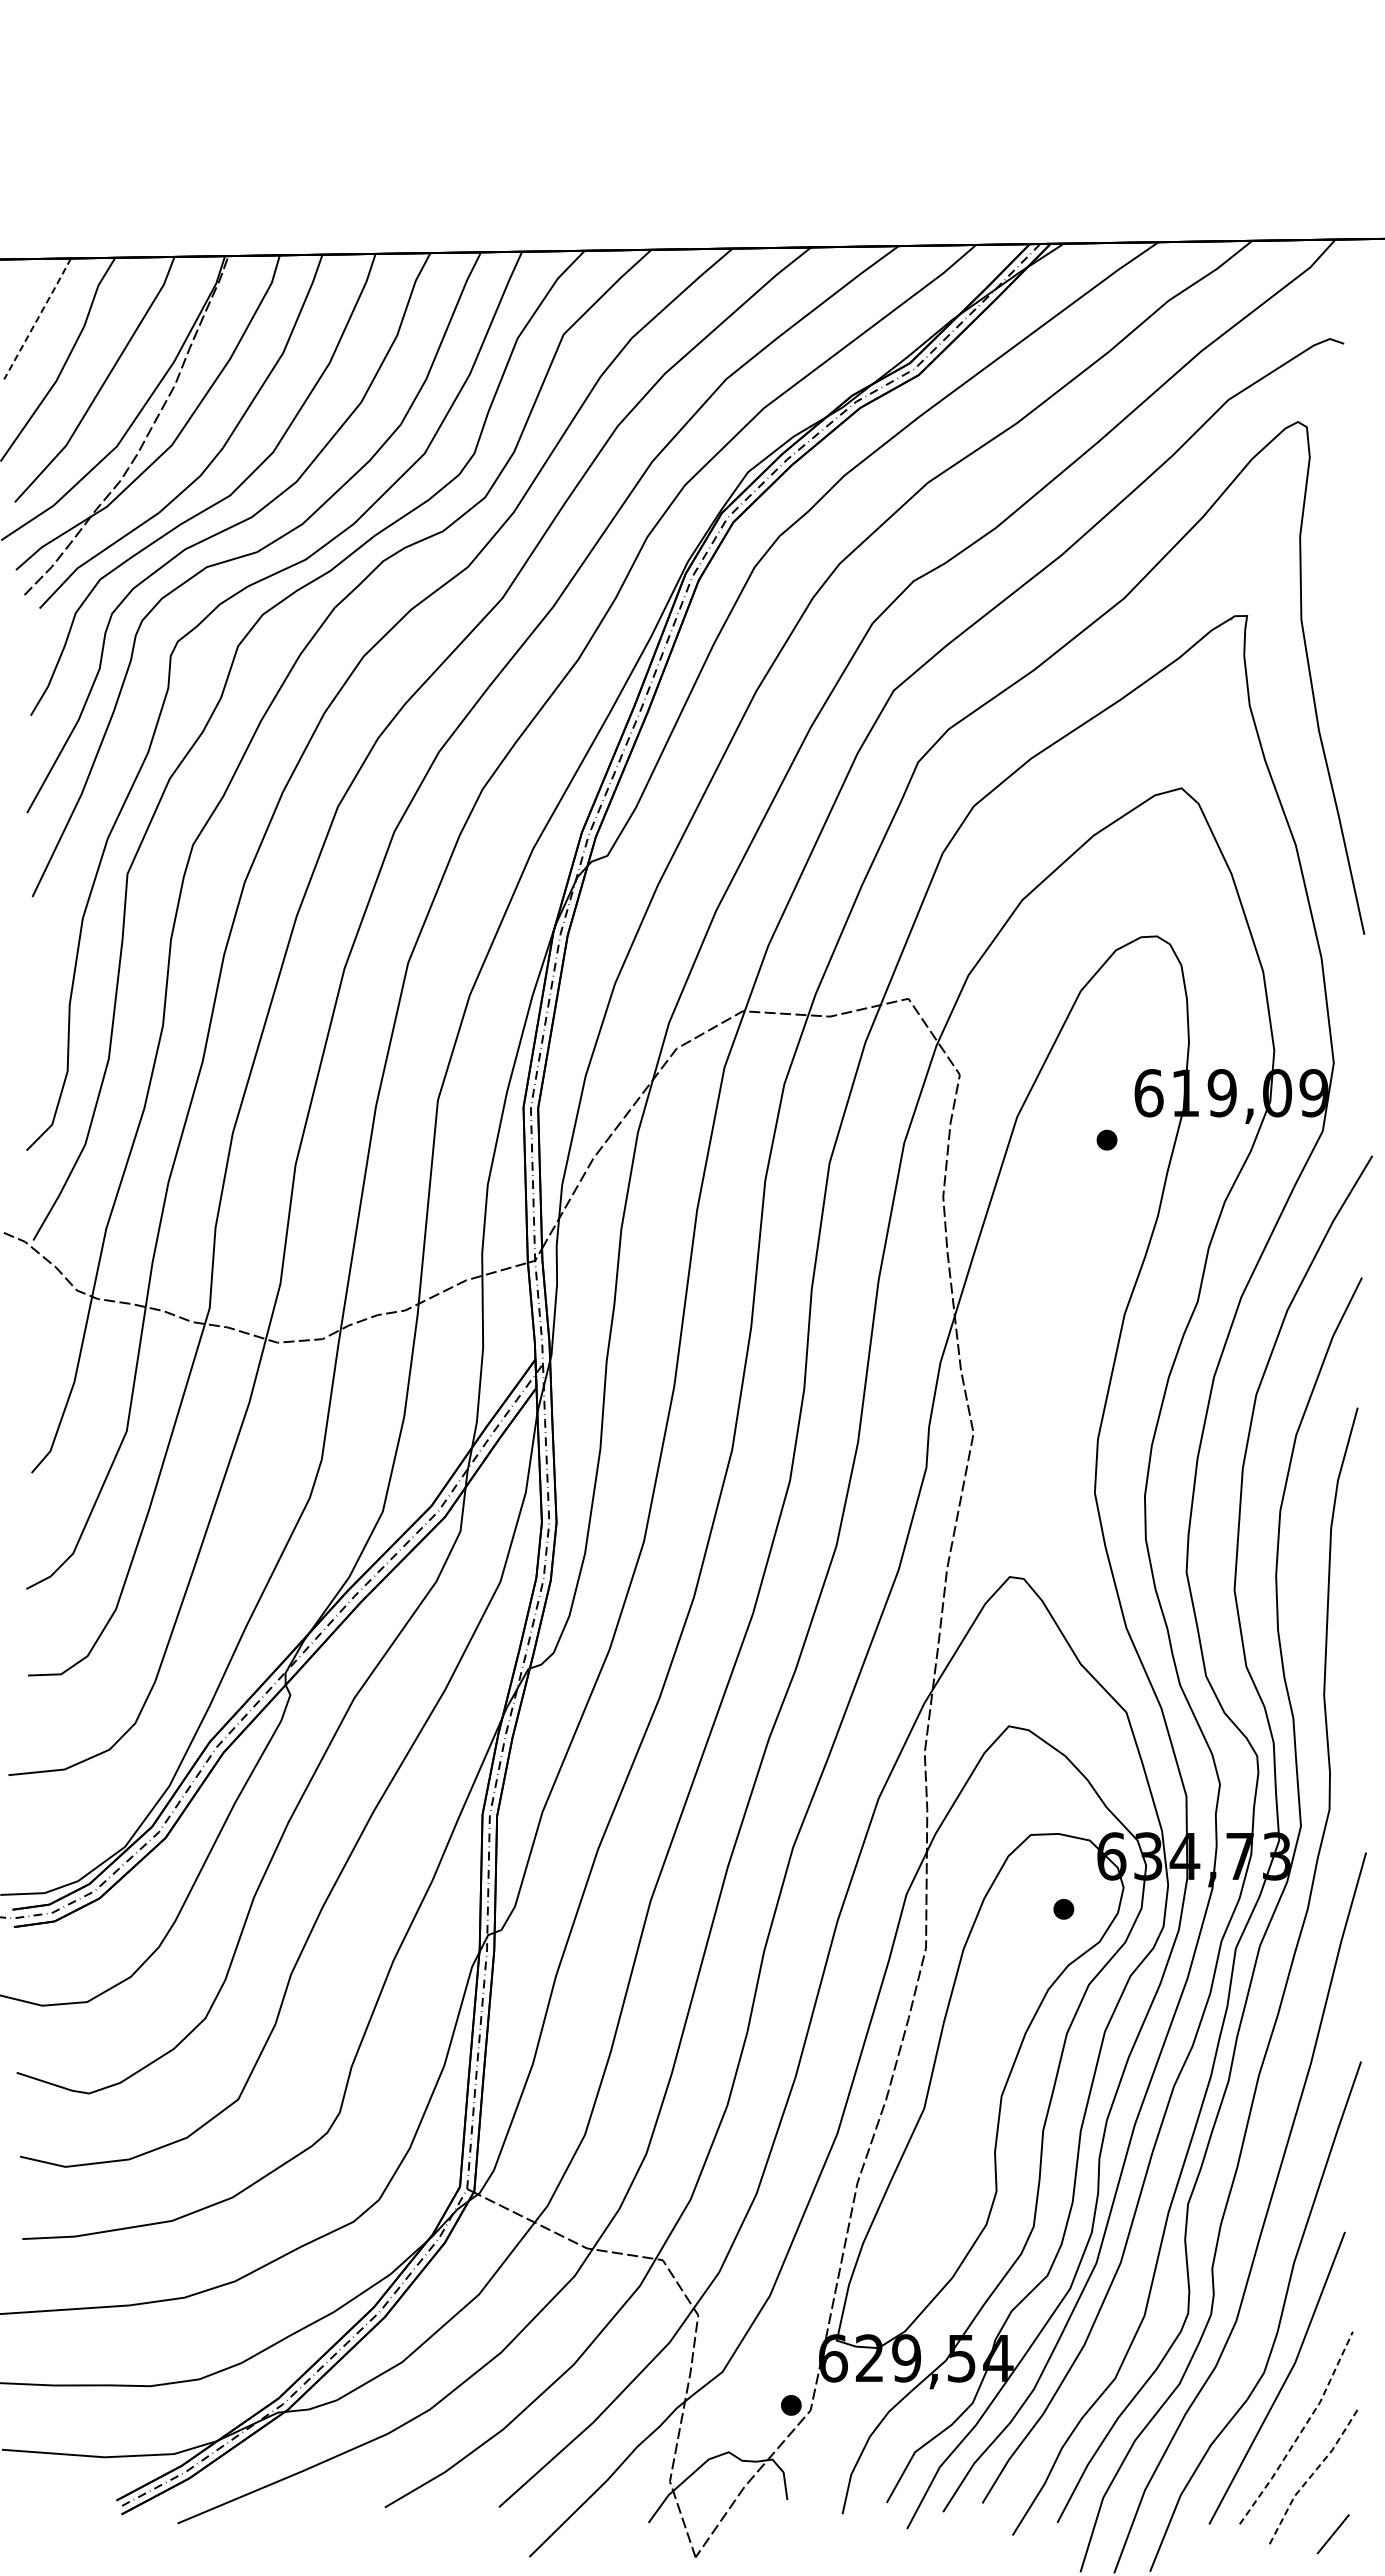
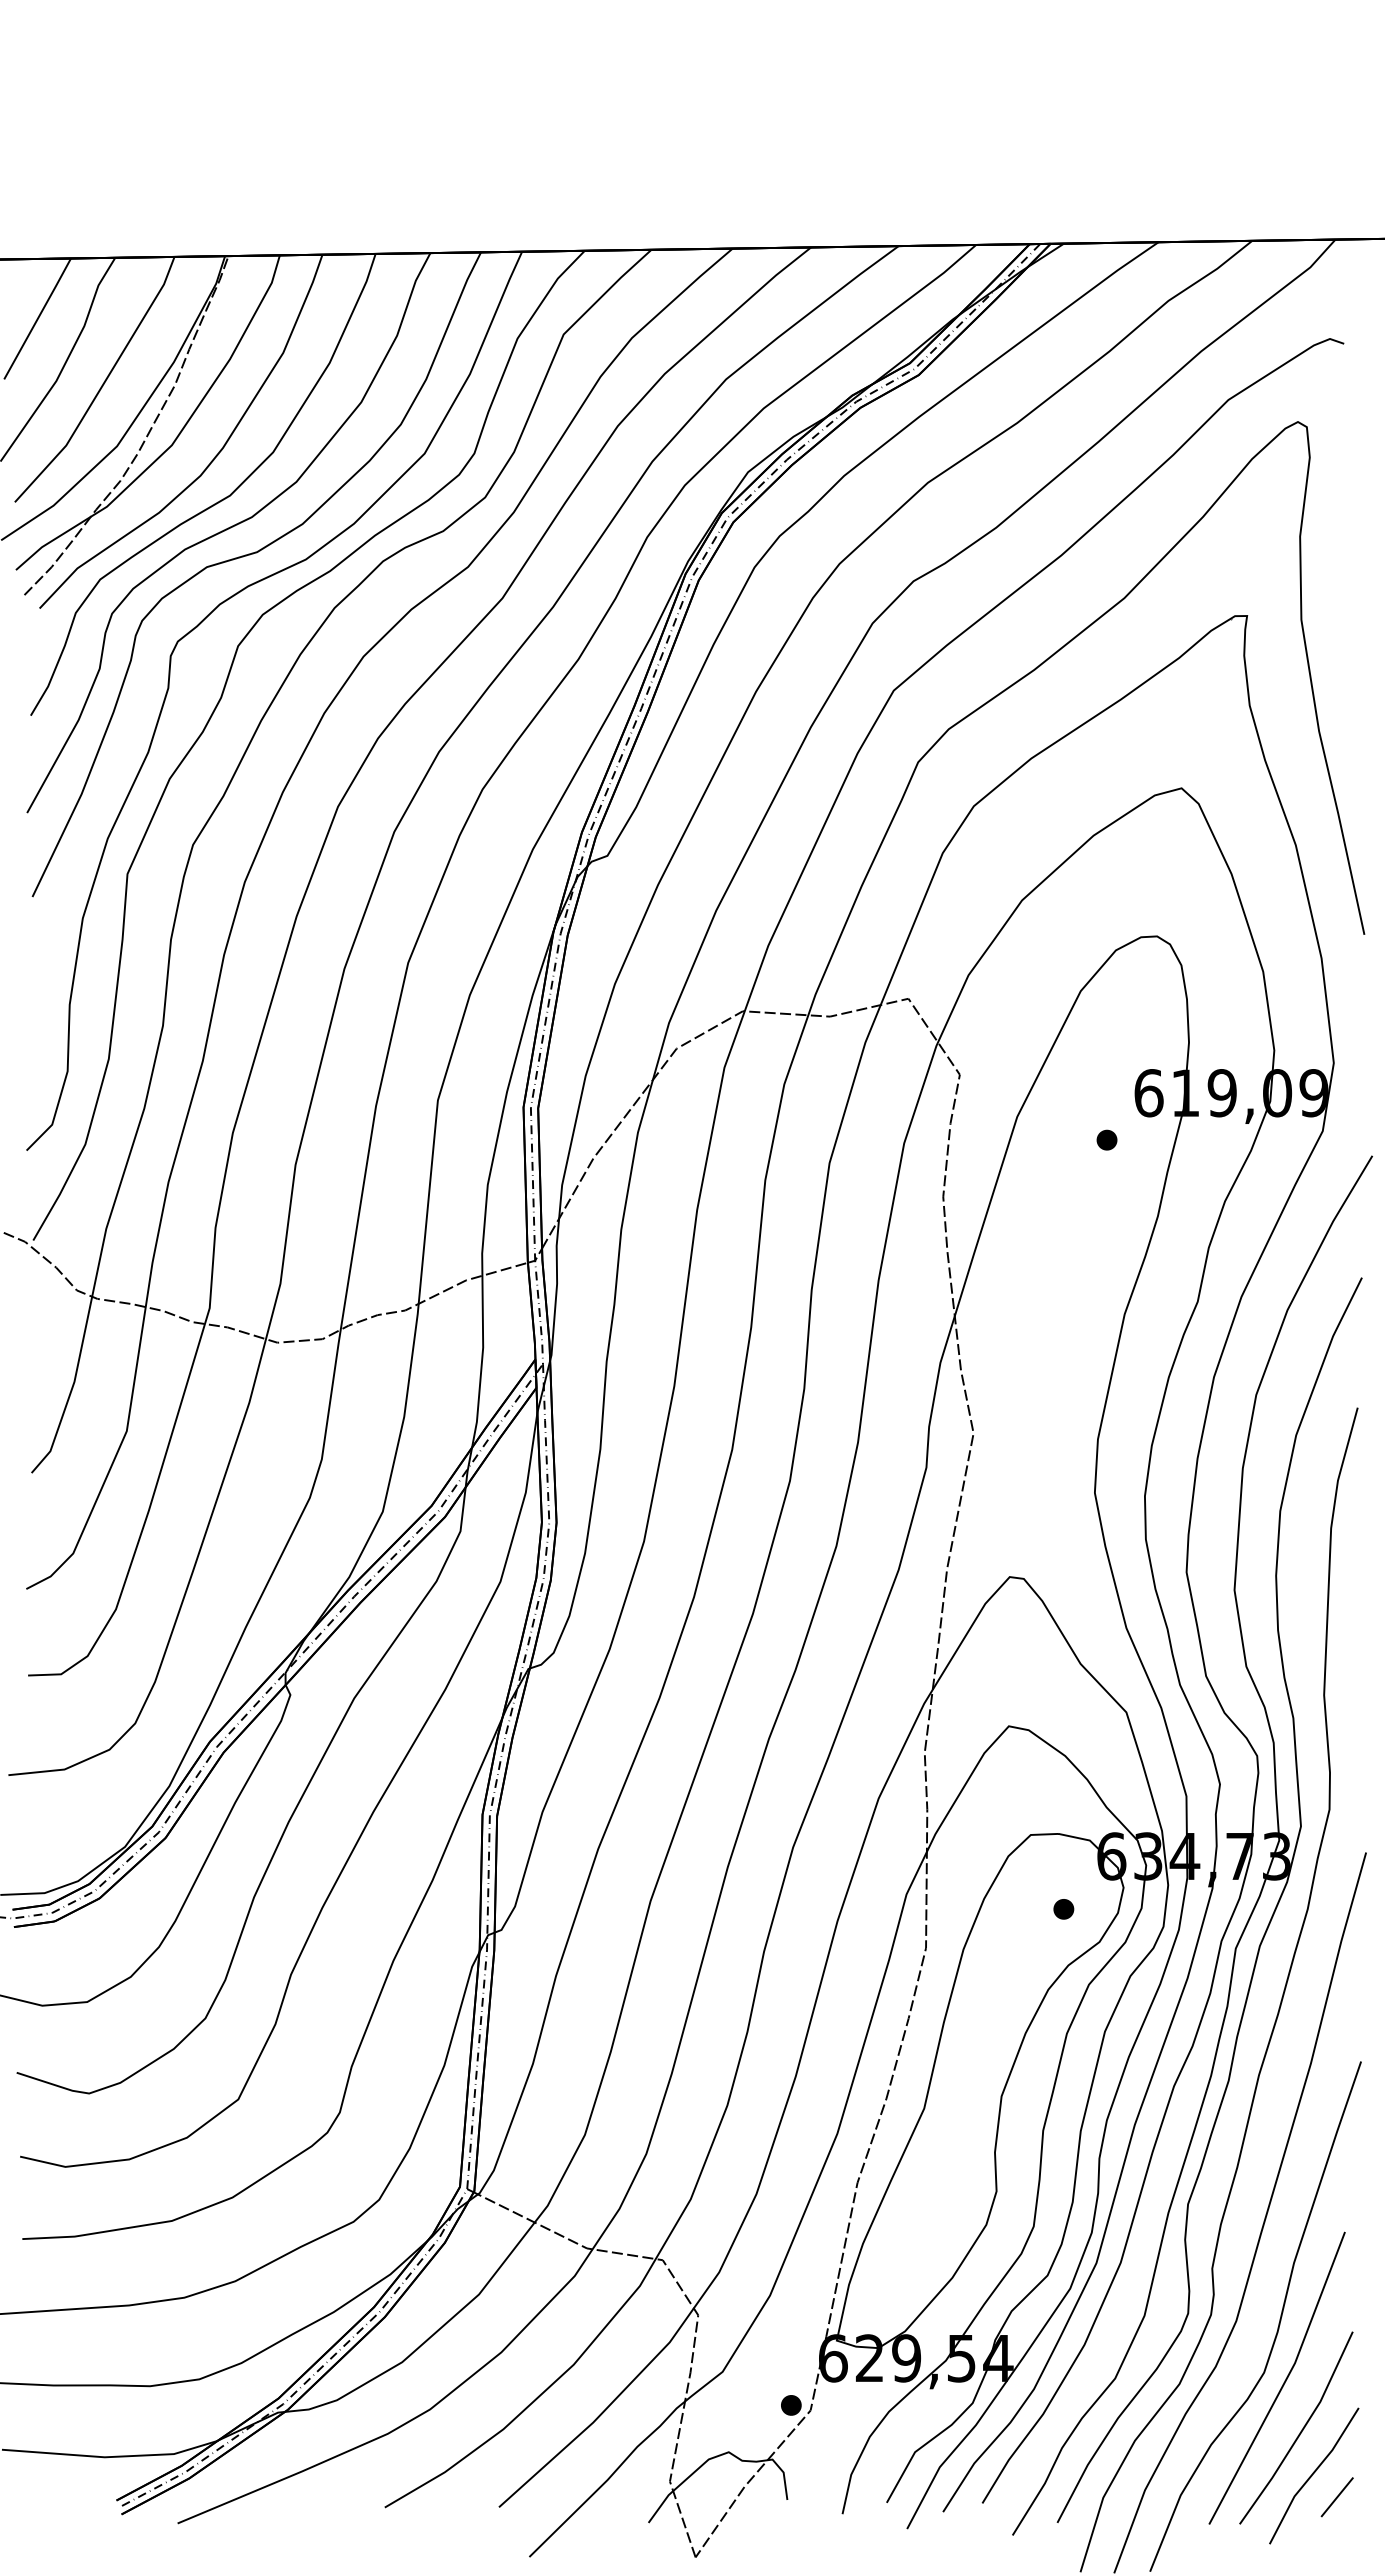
line at (38, 318): dashed -> solid
line at (1301, 2431): dashed -> solid
line at (1312, 2474): dashed -> solid
line at (1332, 2534) position: (1332, 2534) -> (1336, 2497)
